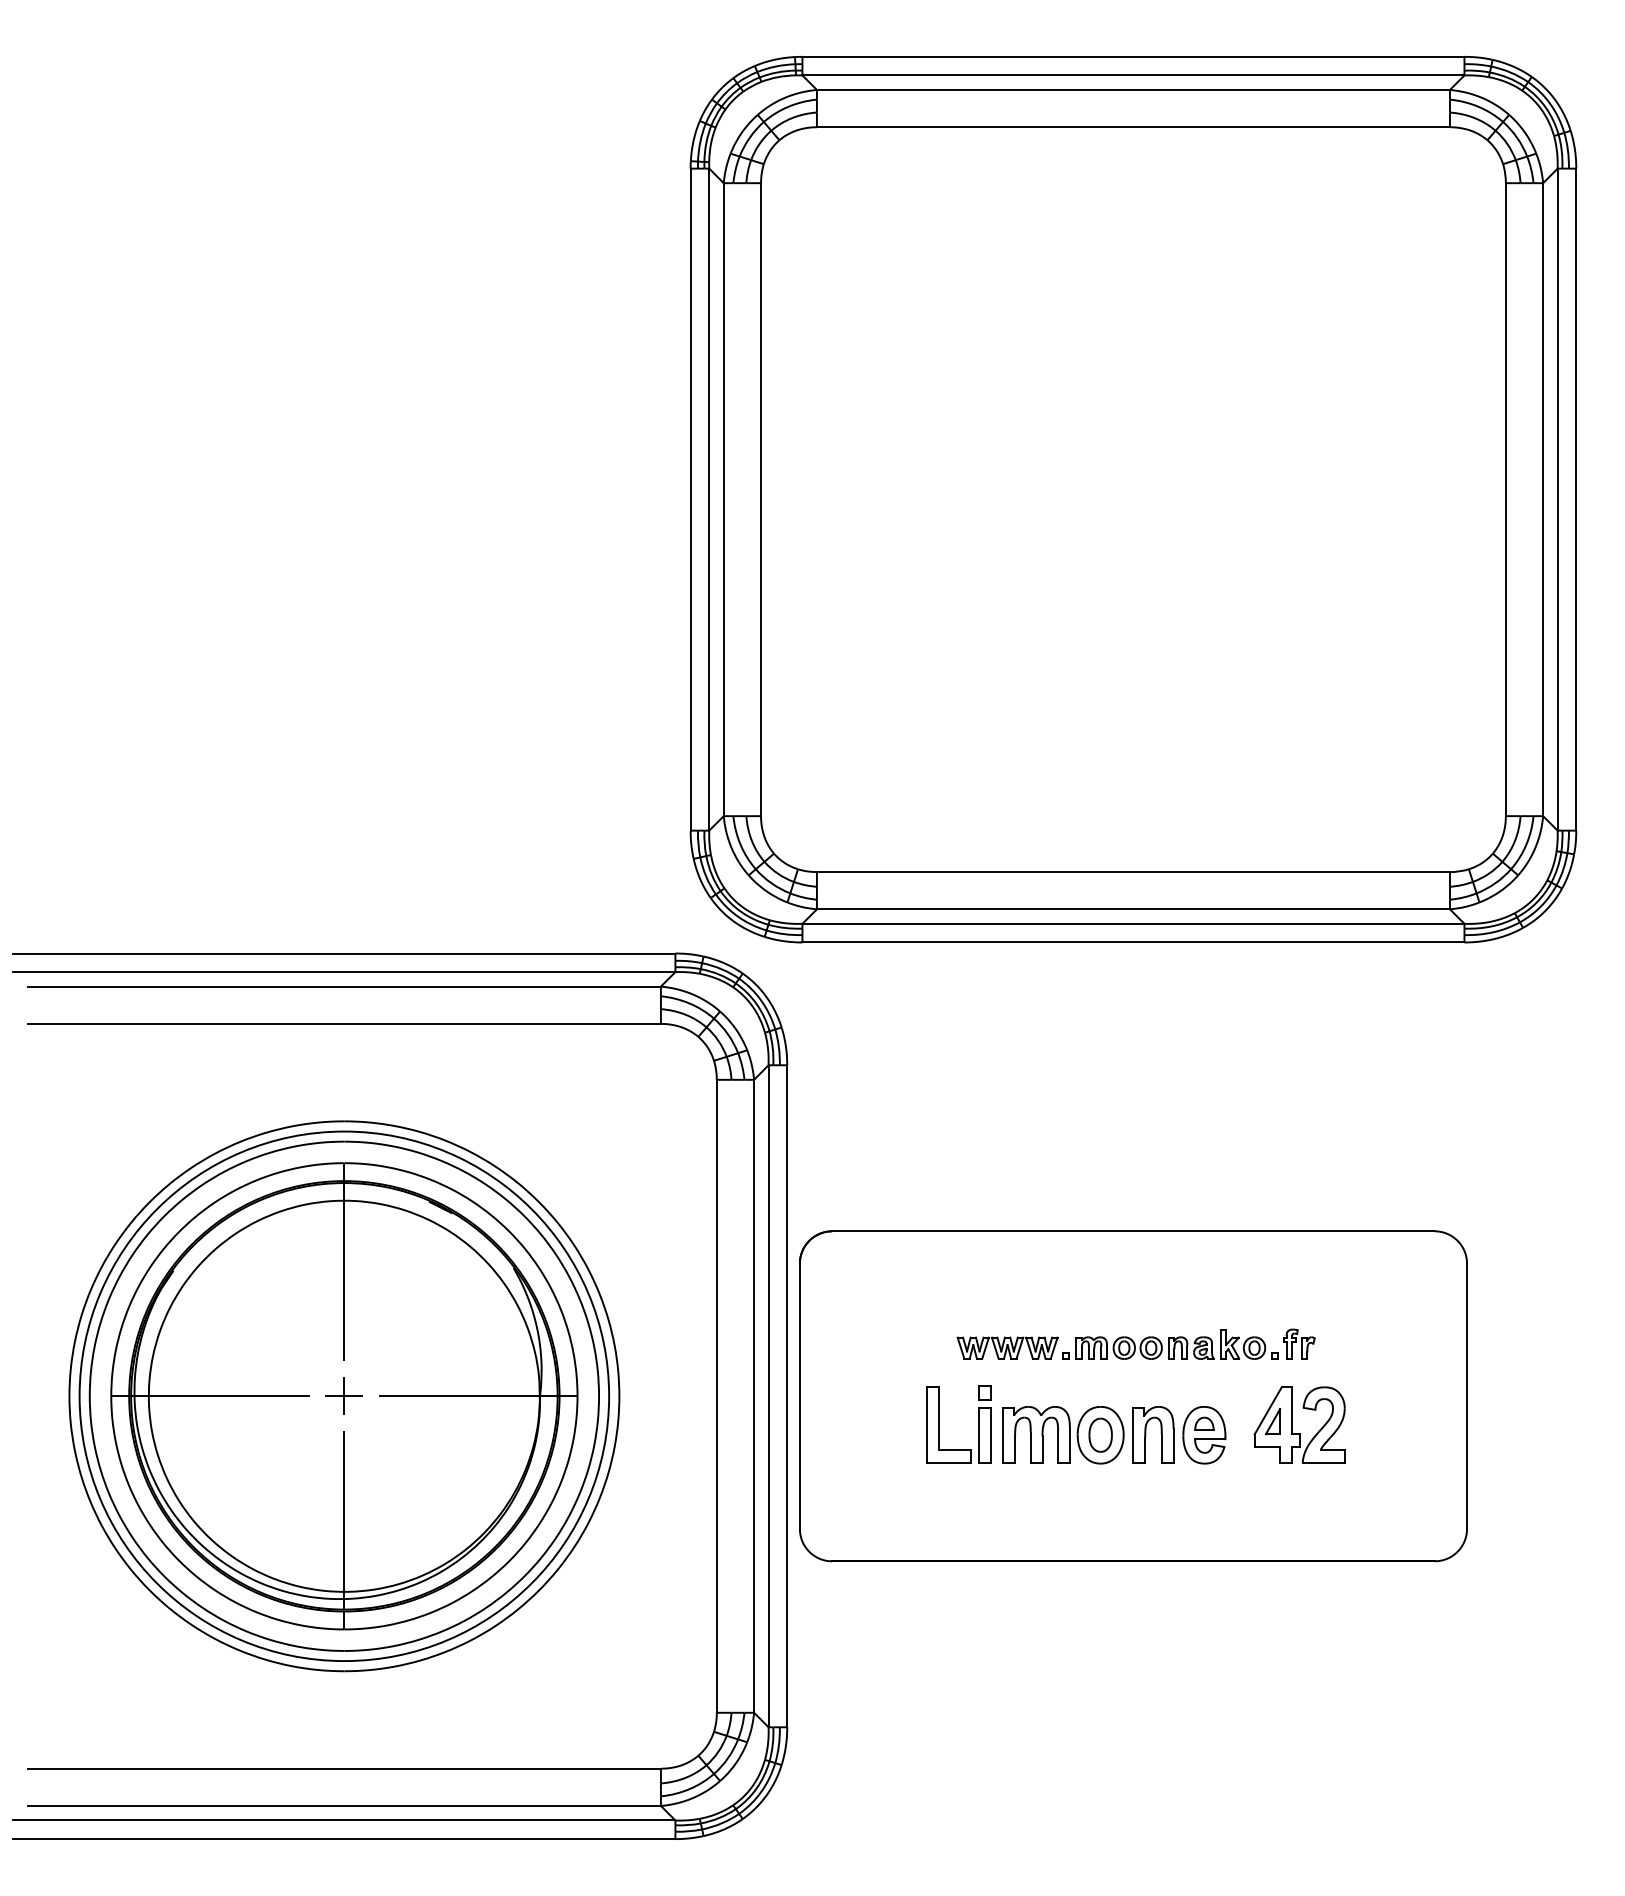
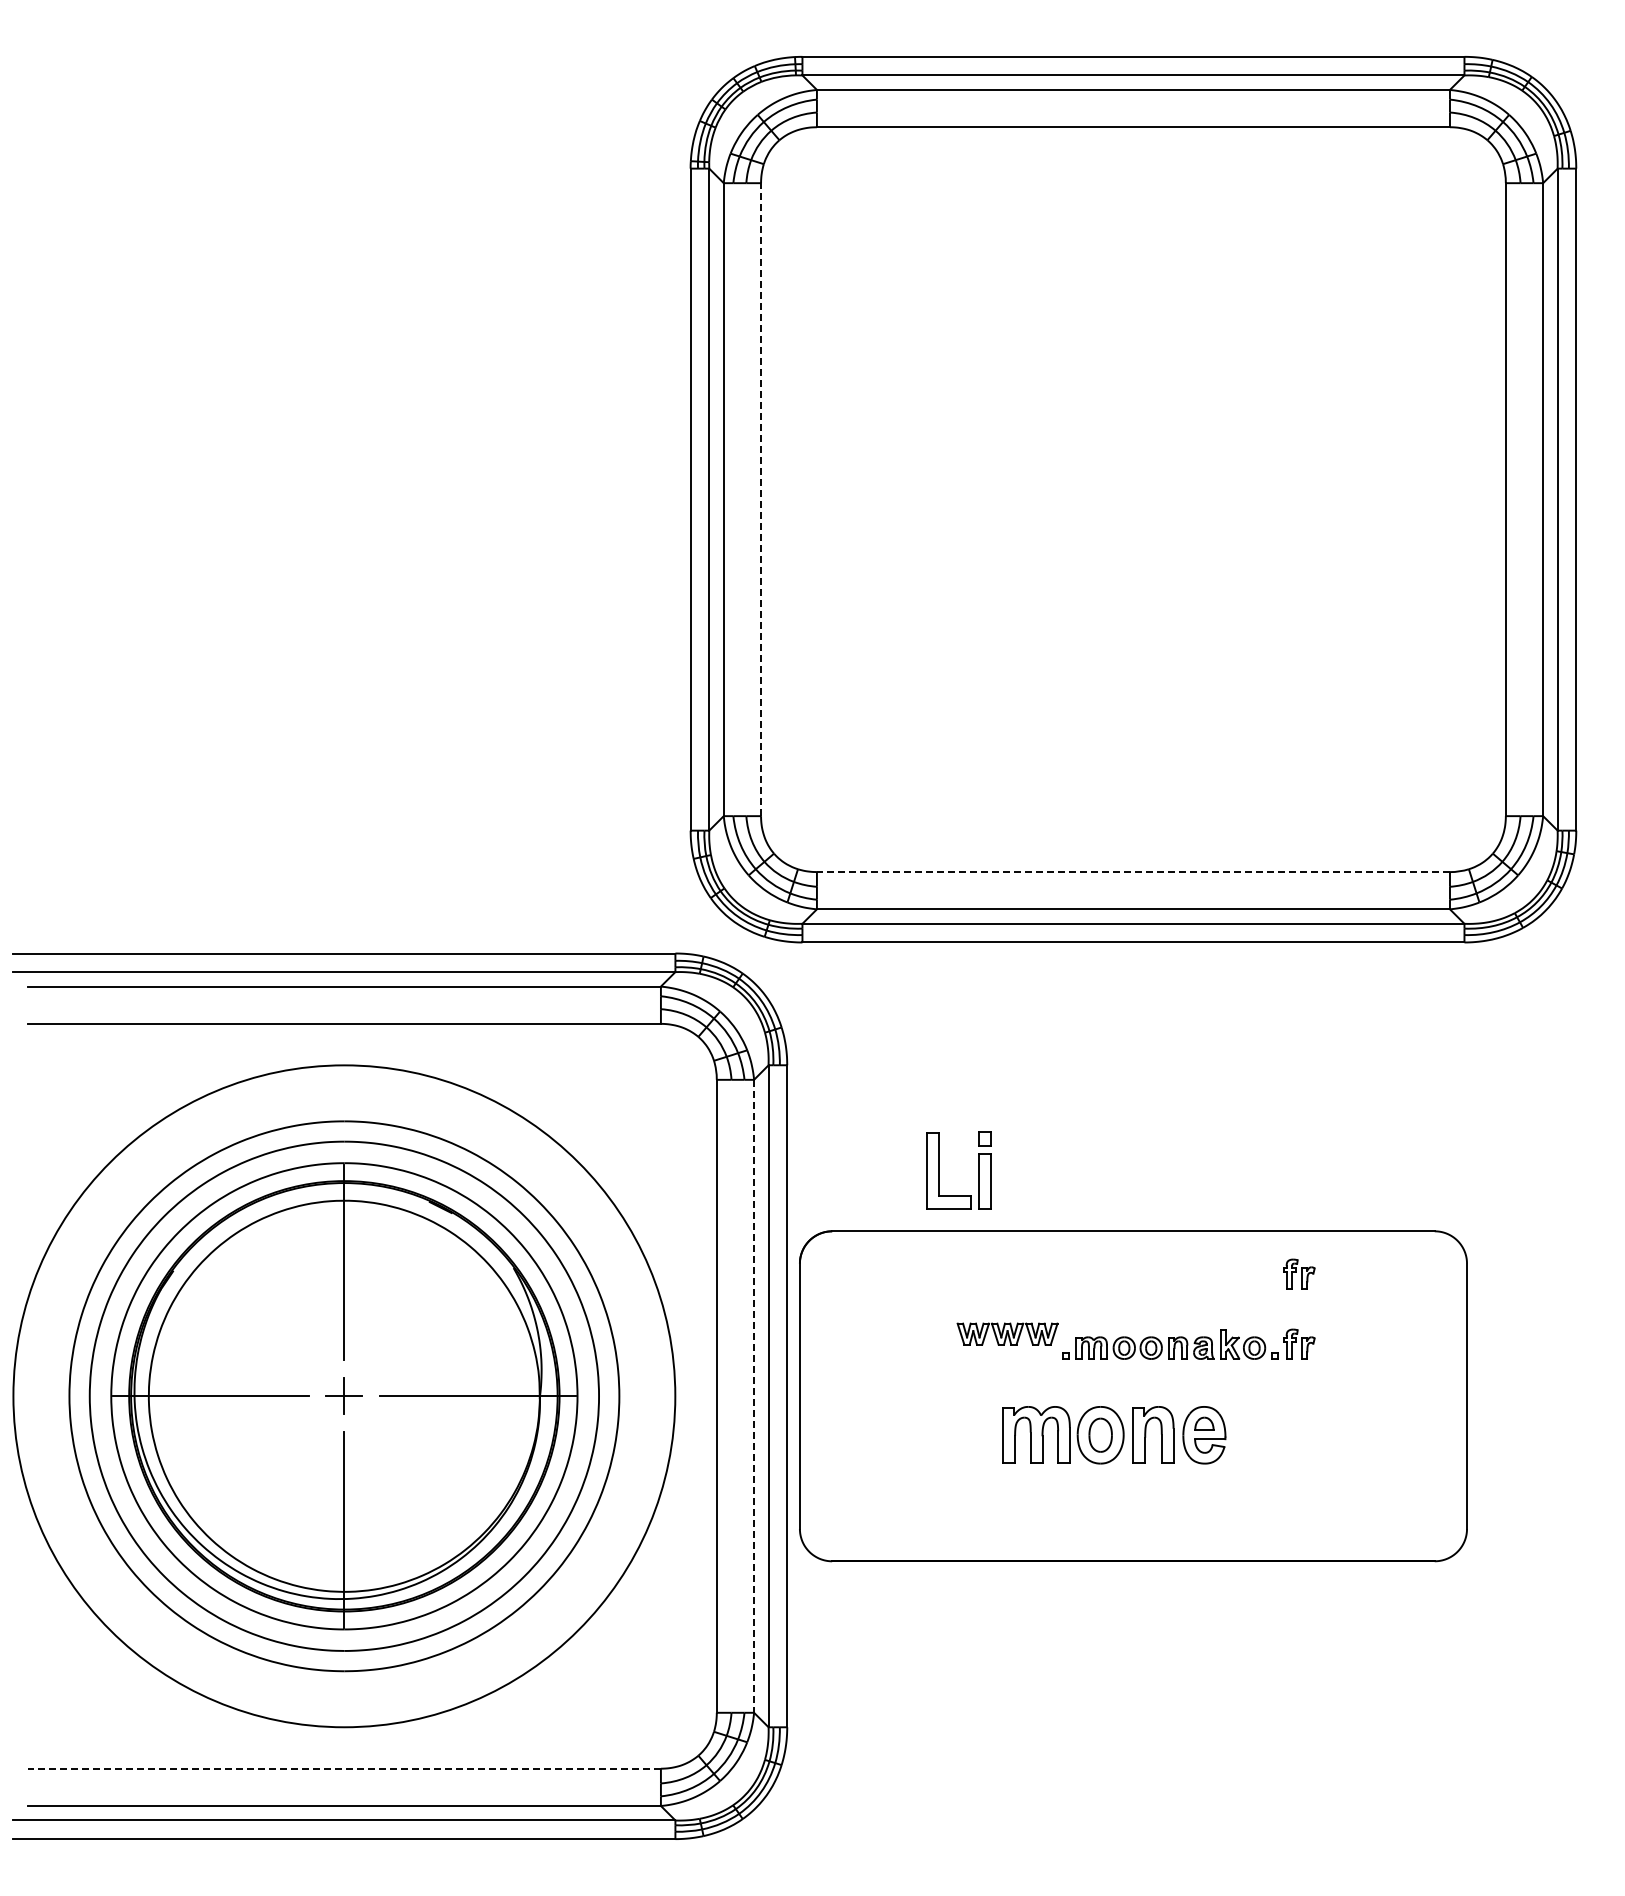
line at (761, 499): solid -> dashed
line at (1133, 872): solid -> dashed
part at (1299, 1273): none -> present
part at (1007, 1347) position: (1007, 1347) -> (1007, 1333)
circle at (344, 1396) diameter: 530 px -> 662 px
line at (754, 1396): solid -> dashed
part at (939, 1424) position: (939, 1424) -> (939, 1170)
part at (1292, 1424): present -> none
line at (344, 1768): solid -> dashed
